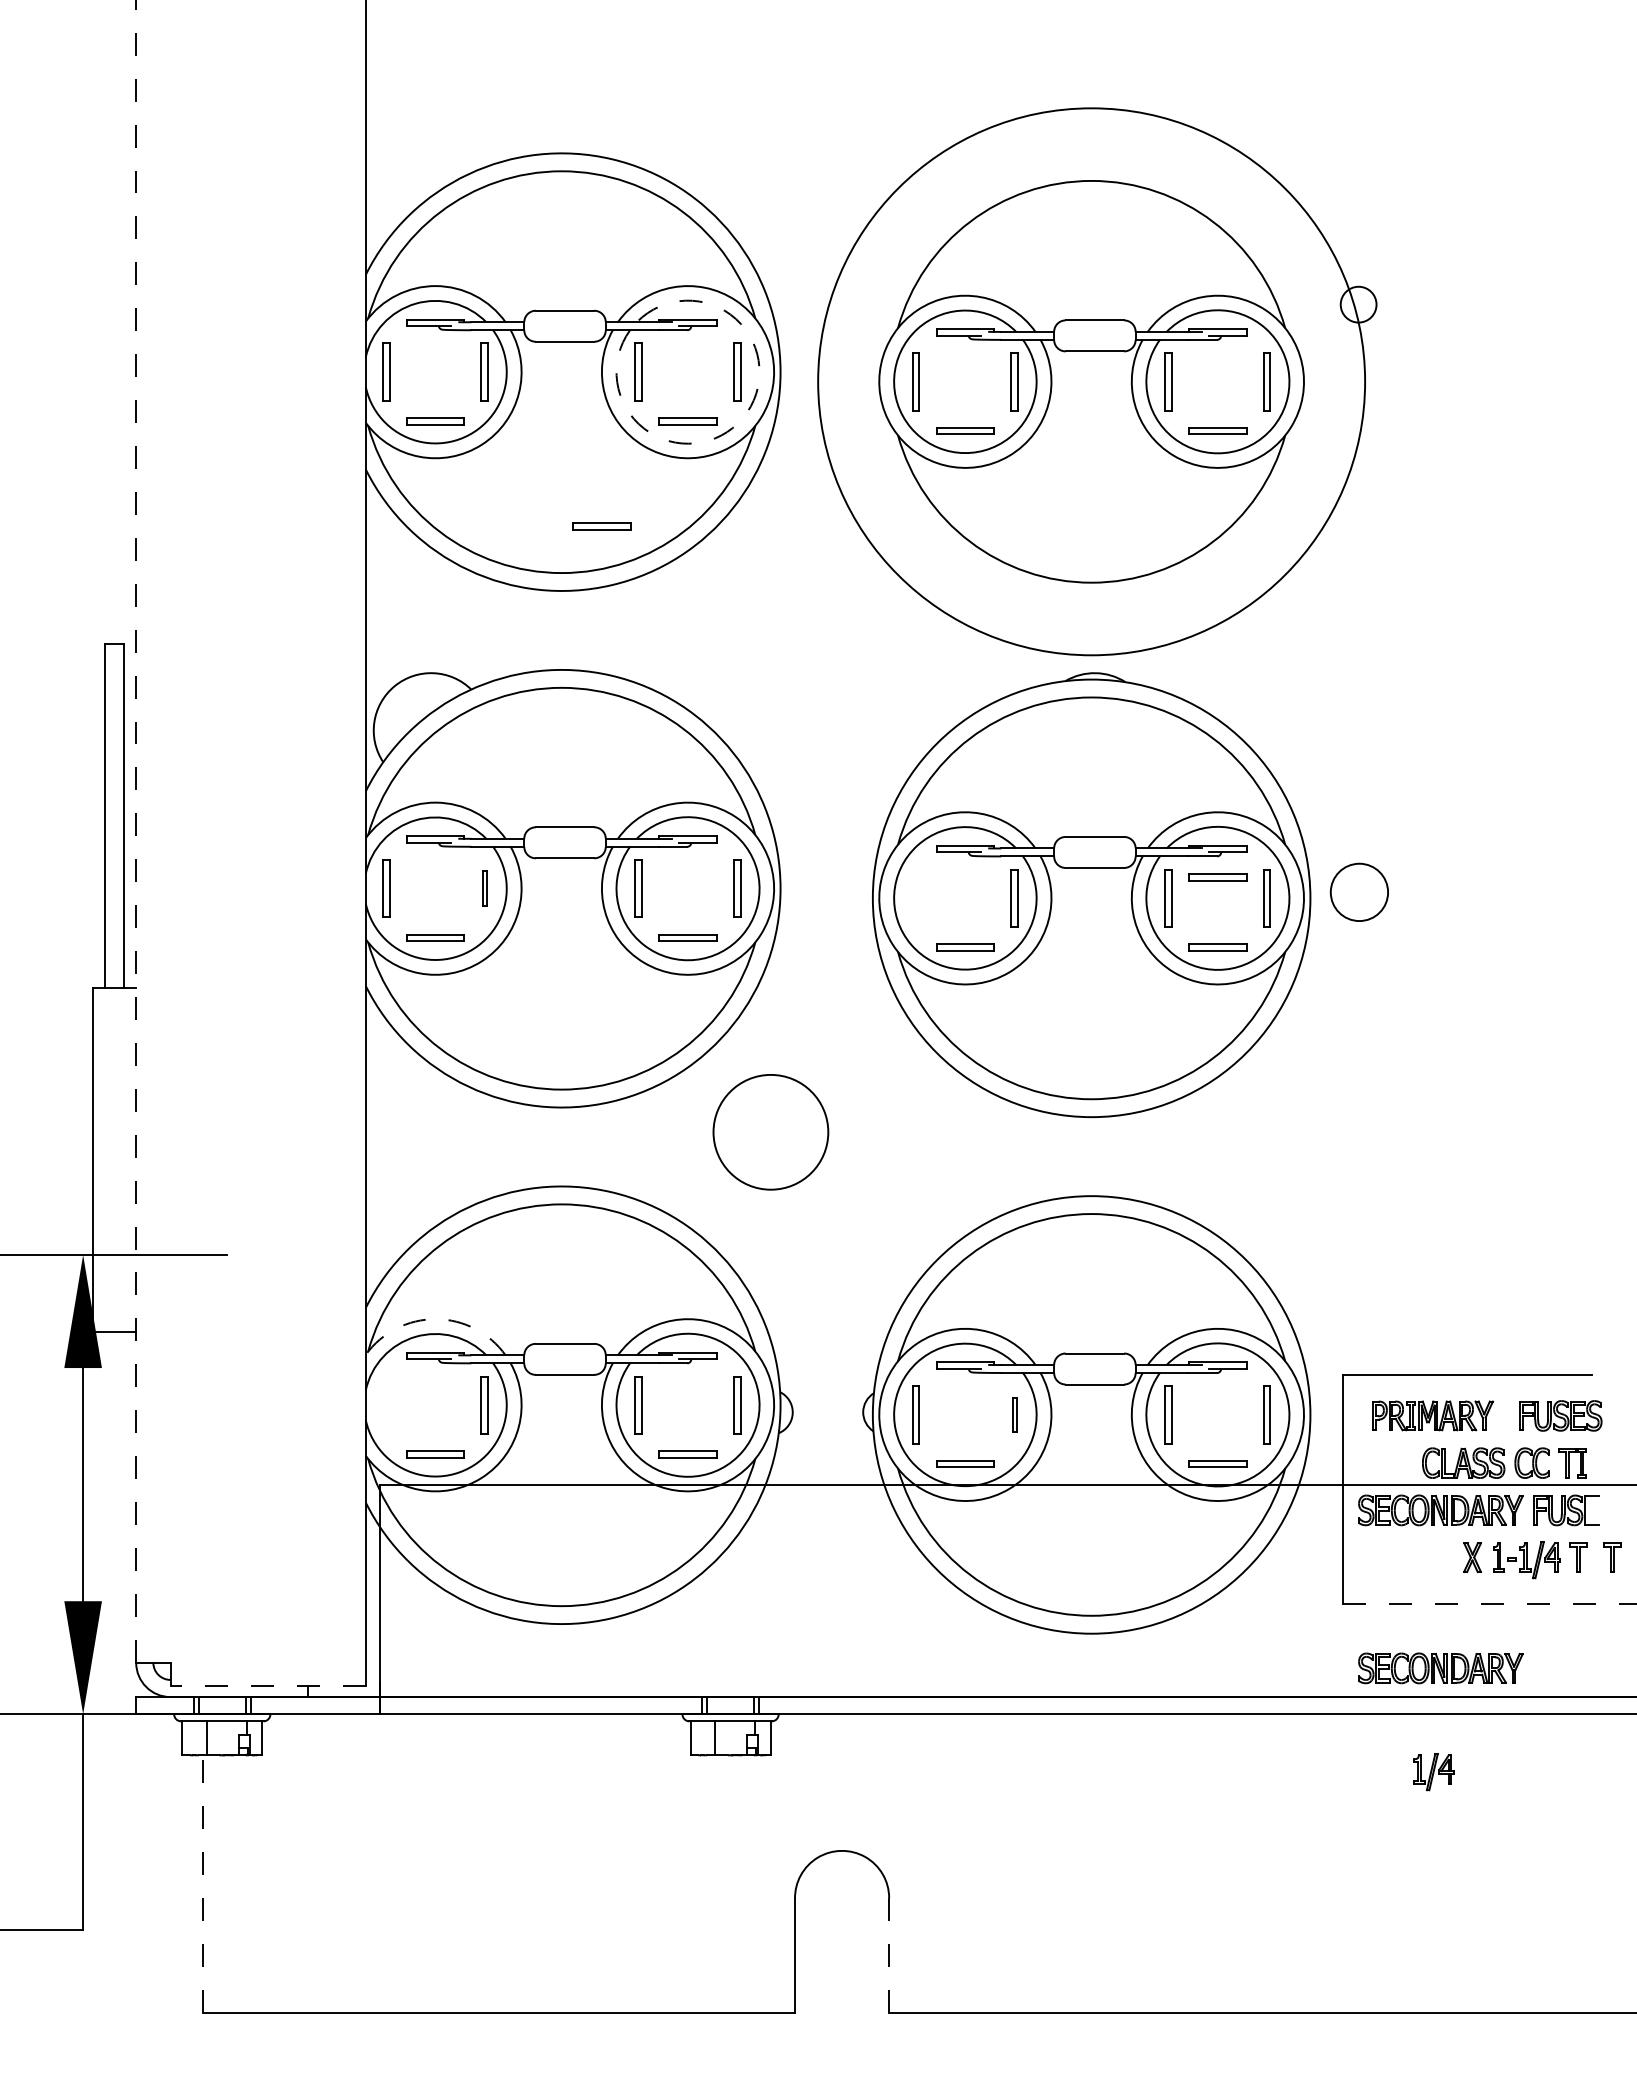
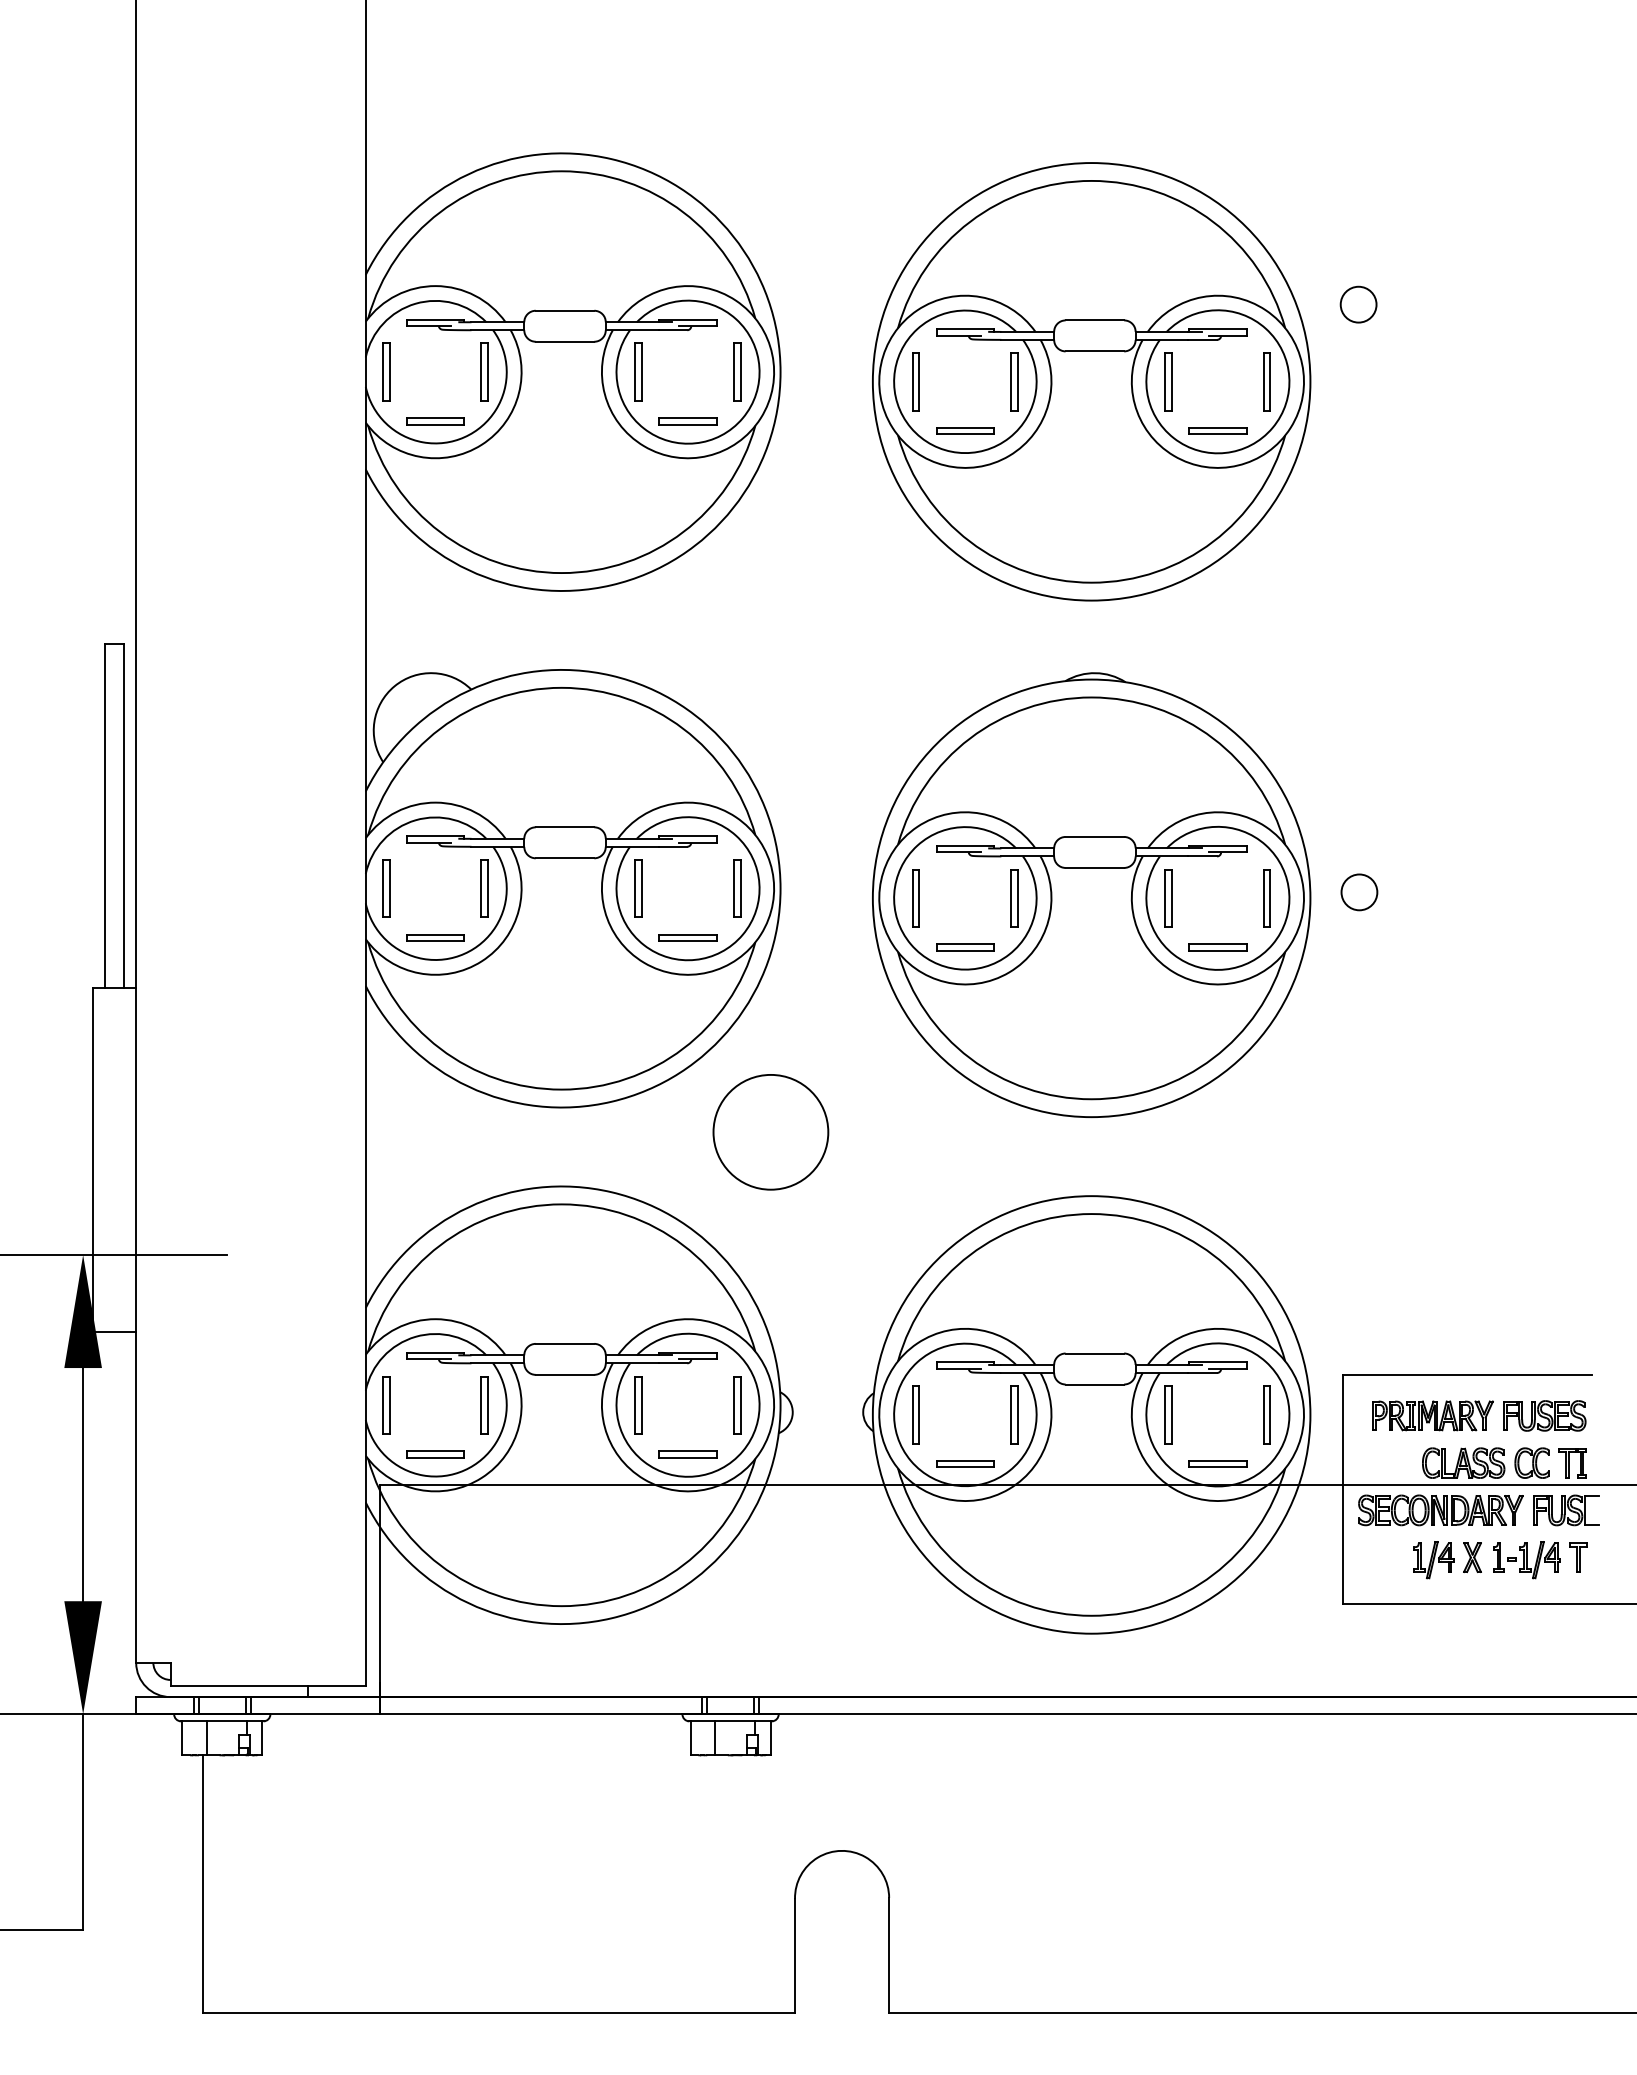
circle at (1091, 381) diameter: 547 px -> 438 px
arc at (742, 418): dashed -> solid
part at (601, 526): present -> none
line at (136, 830): dashed -> solid
part at (1217, 877): present -> none
part at (484, 888) size: 6x37 px -> 9x59 px
circle at (1359, 892) diameter: 57 px -> 36 px
part at (915, 898): none -> present
arc at (435, 1319): dashed -> solid
part at (386, 1405): none -> present
part at (1014, 1414) size: 6x36 px -> 9x60 px
part at (1560, 1415) position: (1560, 1415) -> (1544, 1415)
part at (1612, 1557): present -> none
line at (1490, 1604): dashed -> solid
part at (1440, 1668): present -> none
line at (268, 1686): dashed -> solid
part at (1433, 1772) position: (1433, 1772) -> (1433, 1560)
line at (202, 1884): dashed -> solid
line at (889, 1955): dashed -> solid
